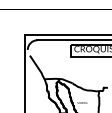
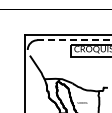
line at (74, 40): solid -> dashed
